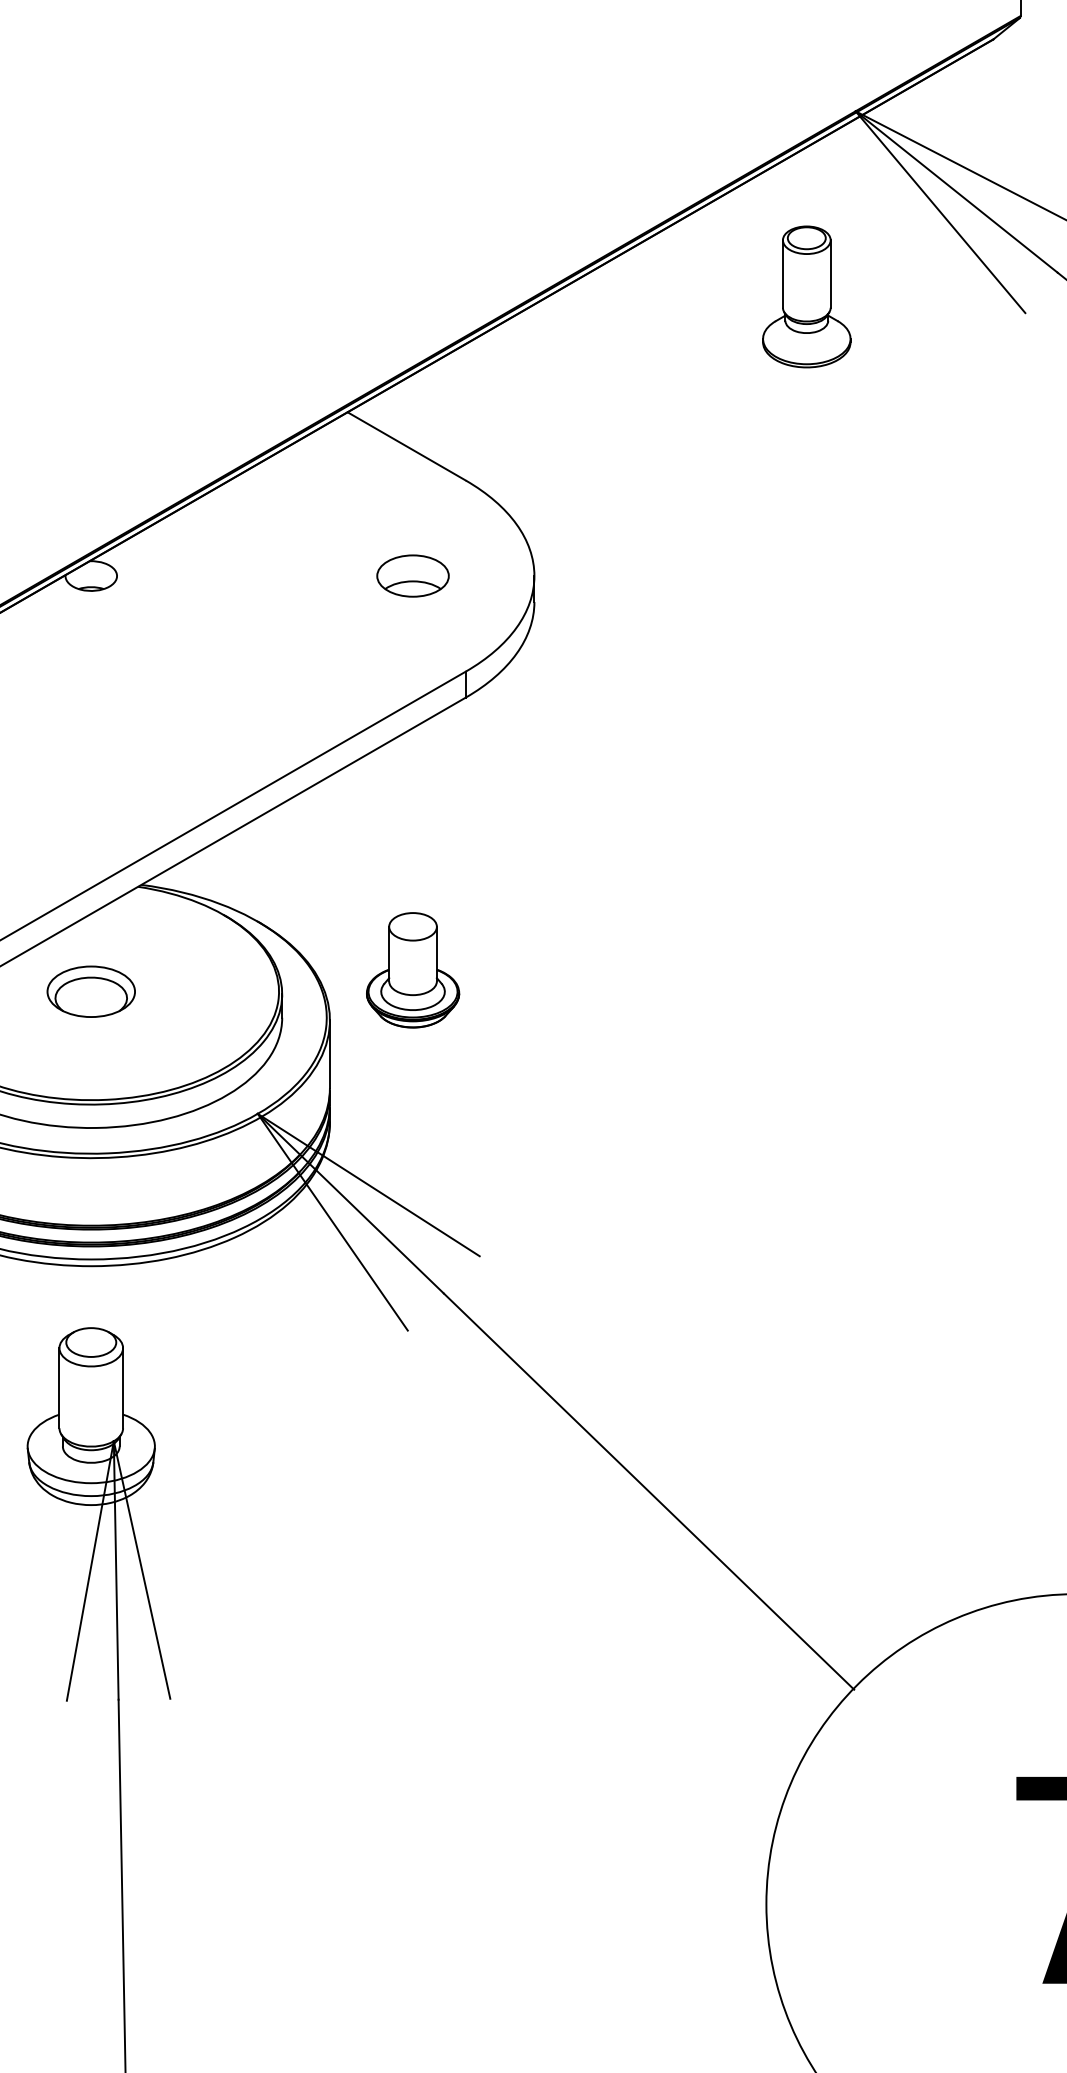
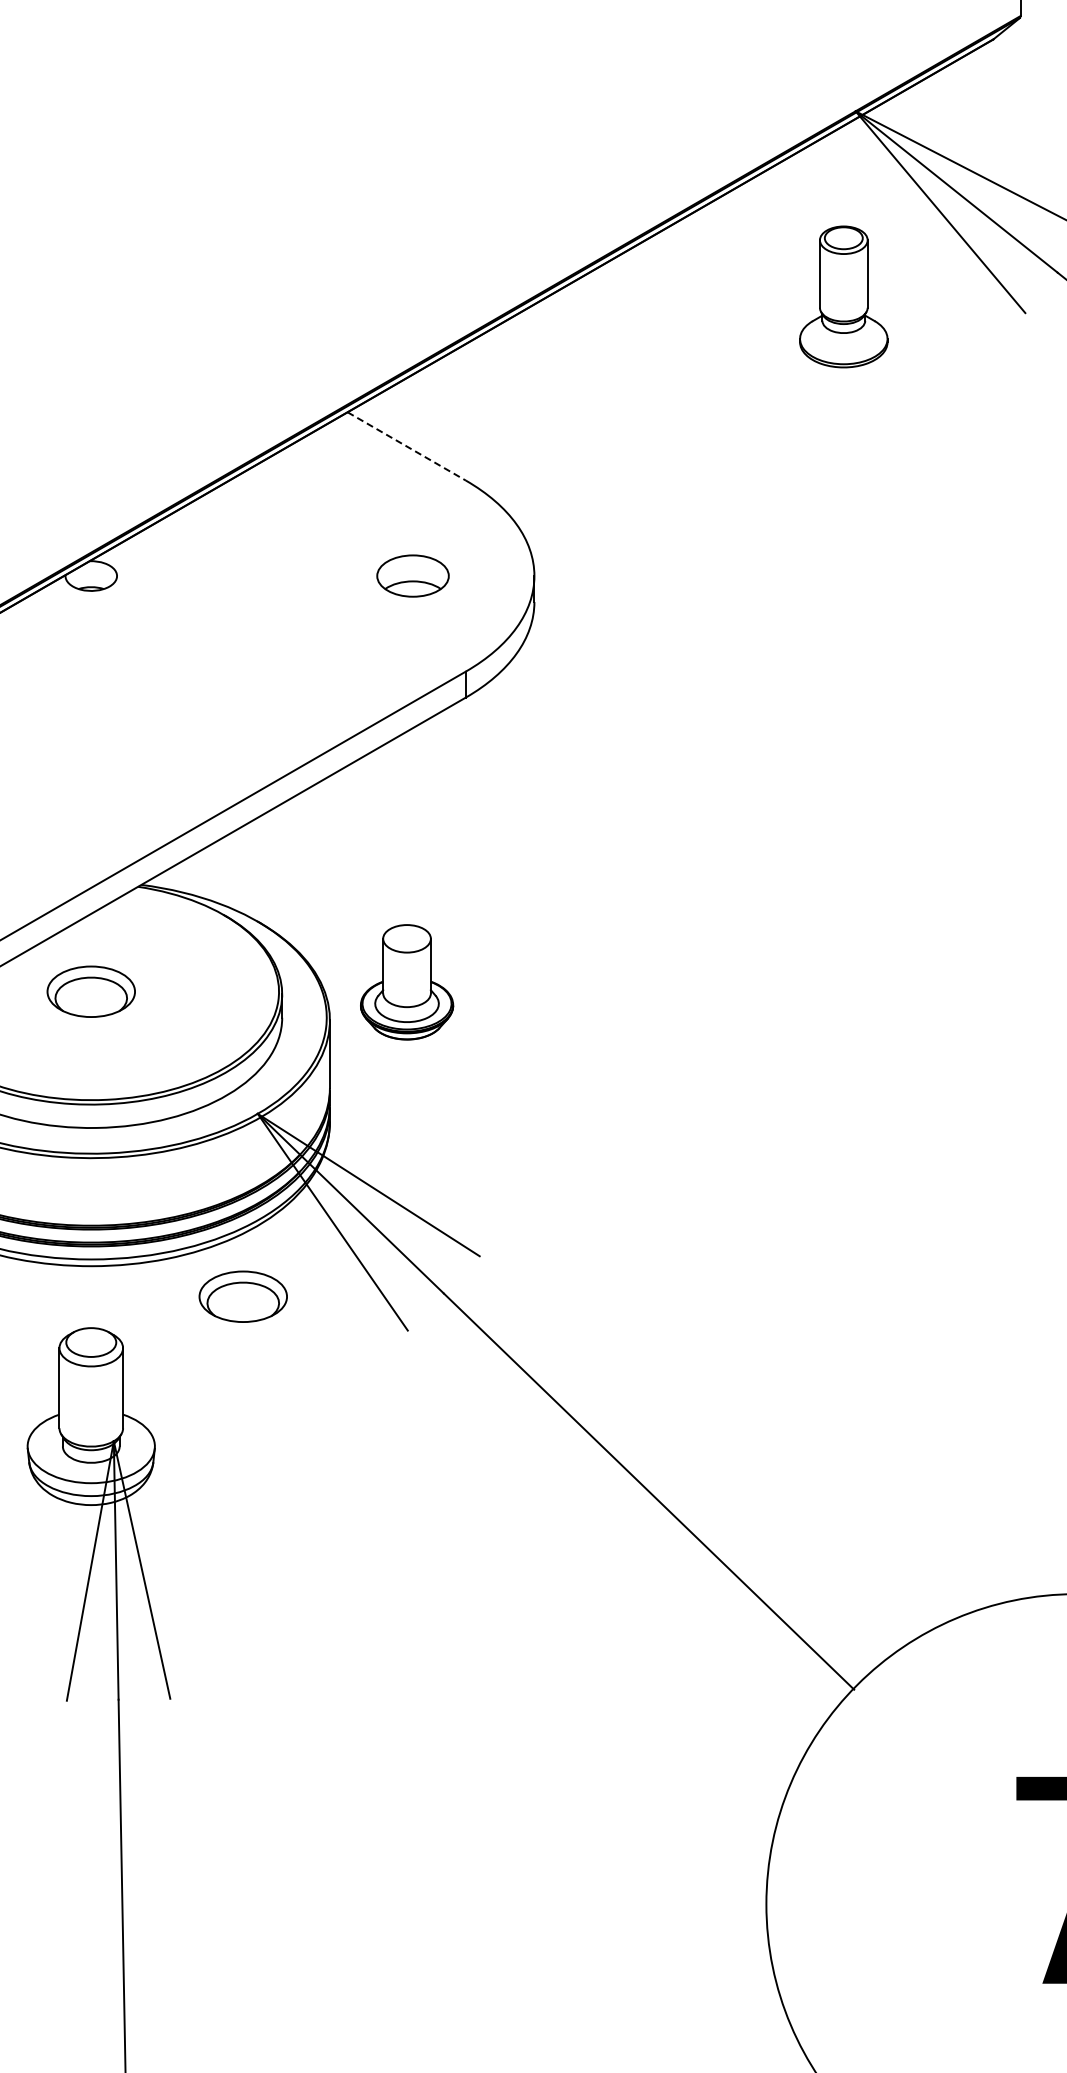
part at (806, 296) position: (806, 296) -> (843, 296)
line at (407, 446): solid -> dashed
part at (413, 970) position: (413, 970) -> (407, 982)
part at (242, 1296): none -> present
